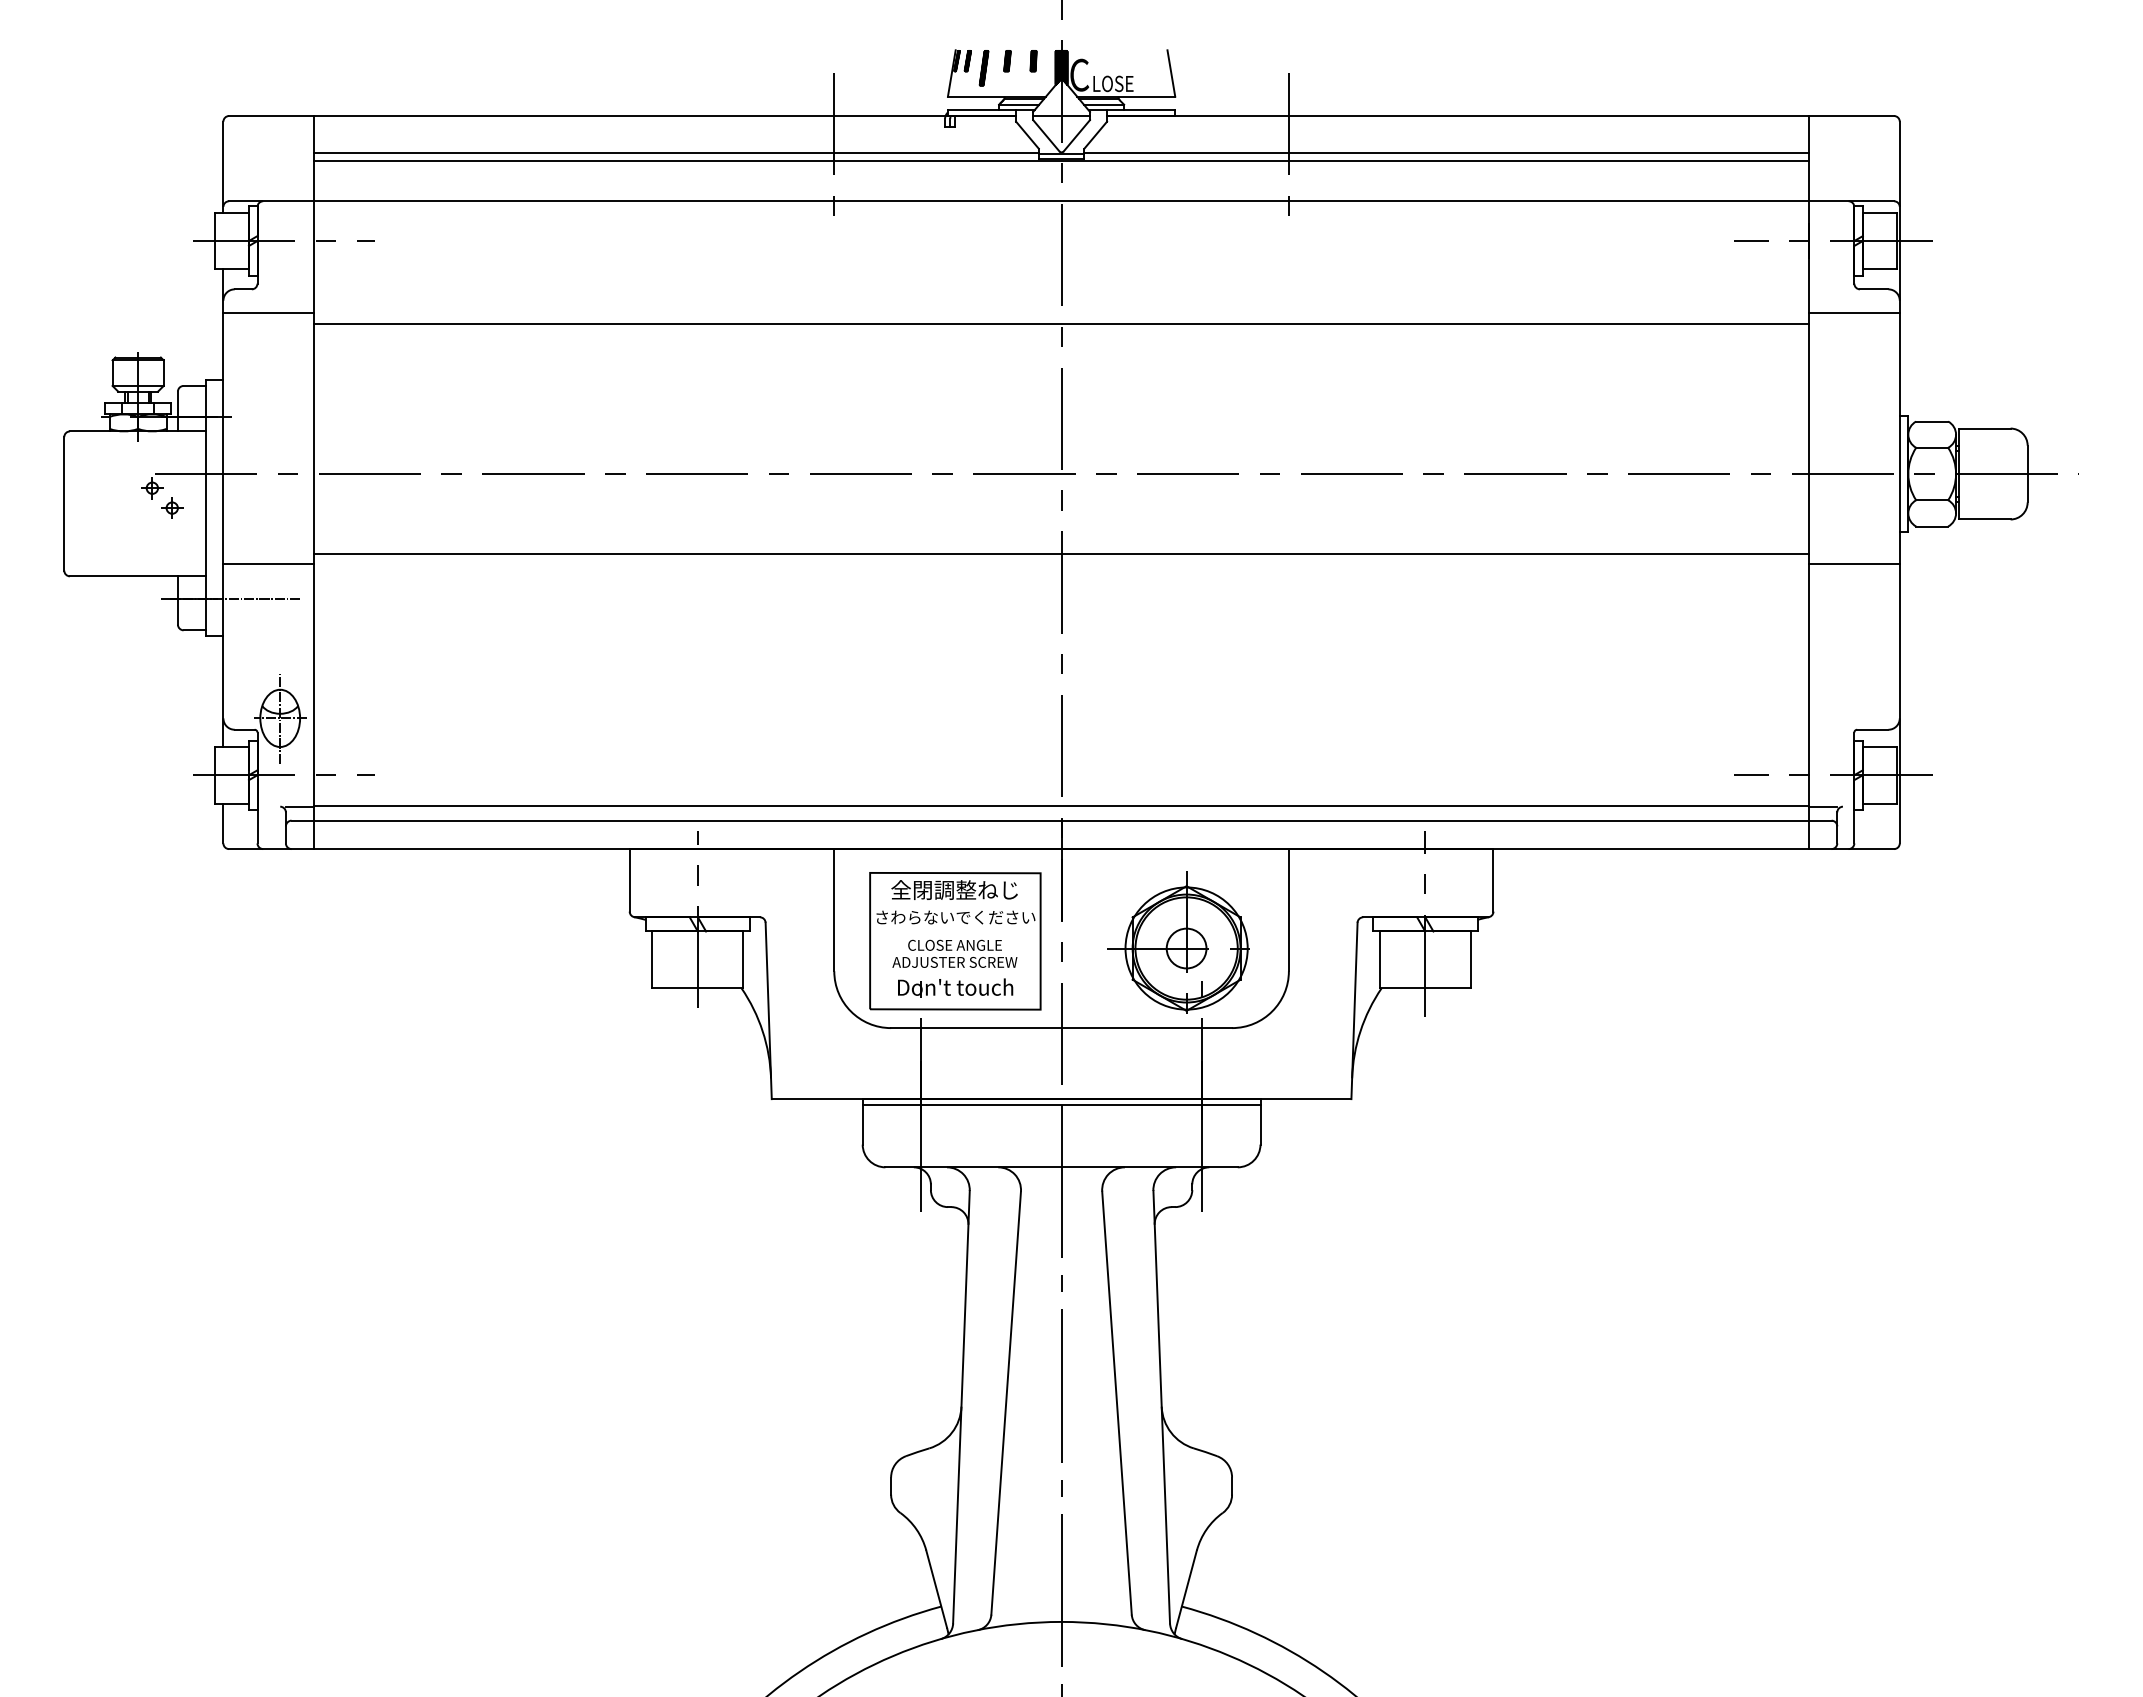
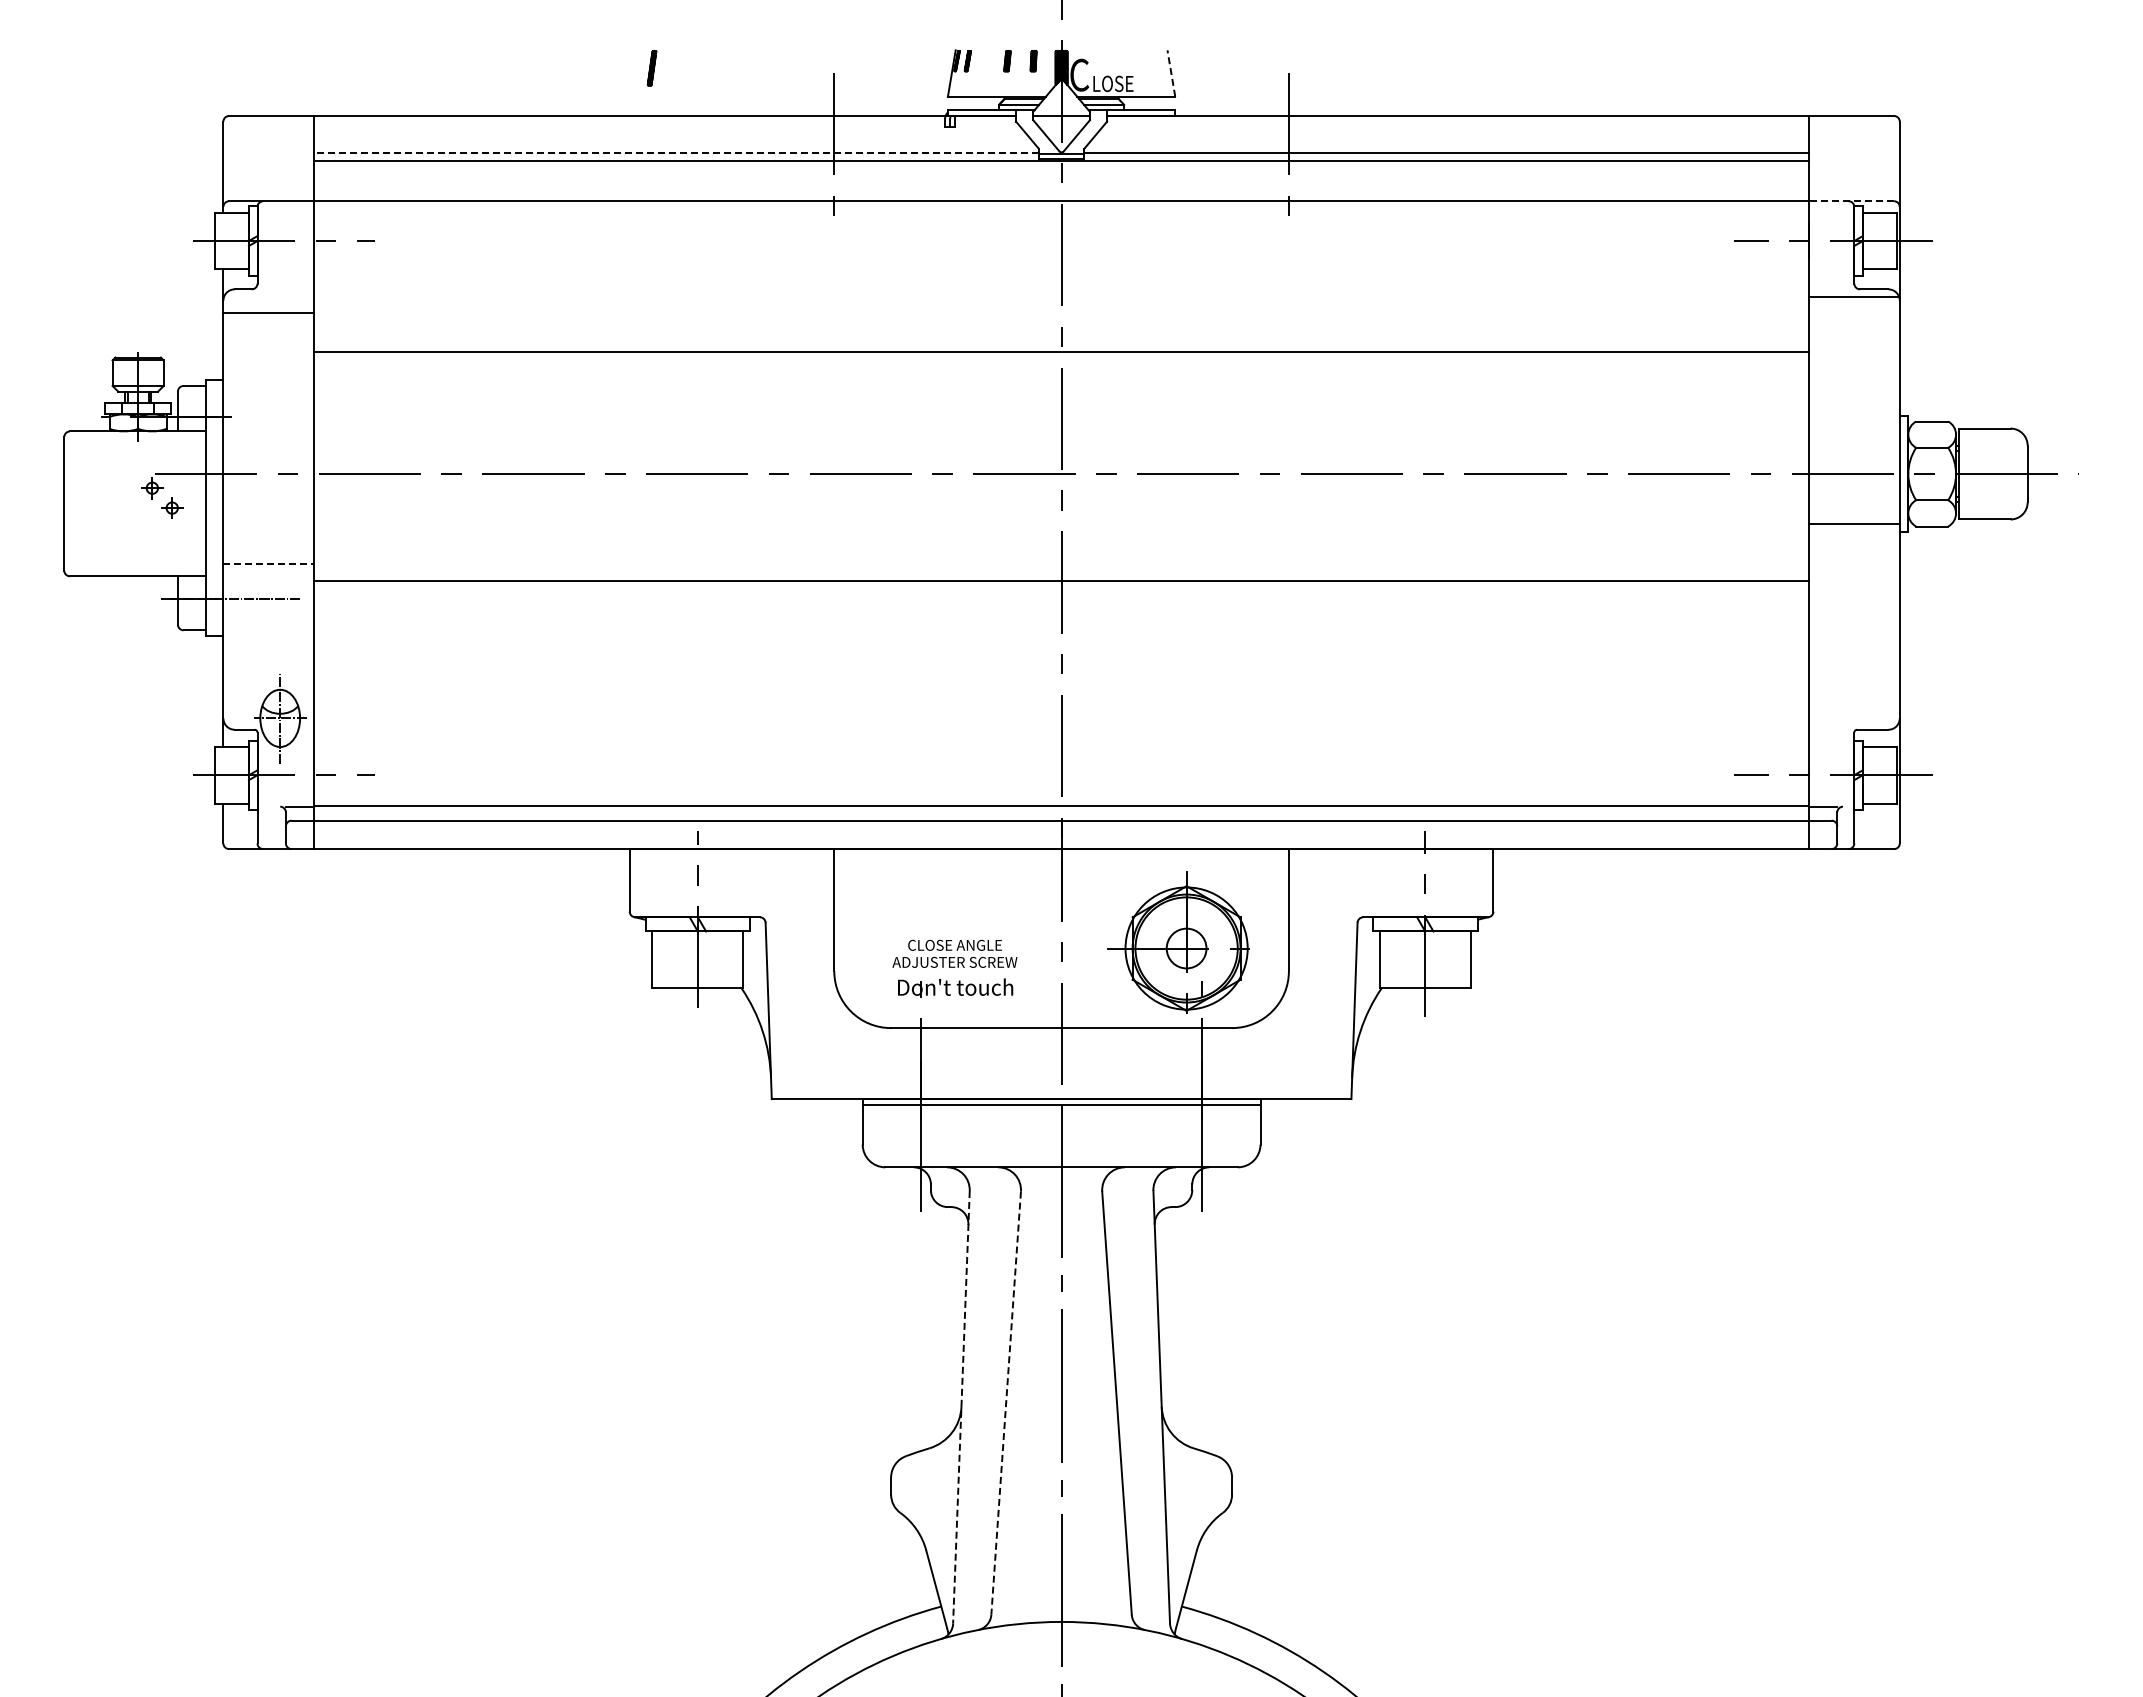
part at (983, 68) position: (983, 68) -> (651, 68)
line at (1171, 73): solid -> dashed
line at (676, 152): solid -> dashed
line at (1851, 201): solid -> dashed
line at (1853, 312) position: (1853, 312) -> (1853, 296)
line at (1061, 323) position: (1061, 323) -> (1061, 351)
line at (1061, 554) position: (1061, 554) -> (1061, 581)
line at (269, 564): solid -> dashed
line at (1853, 564) position: (1853, 564) -> (1853, 524)
part at (955, 941): present -> none
line at (1006, 1403): solid -> dashed
line at (961, 1407): solid -> dashed
